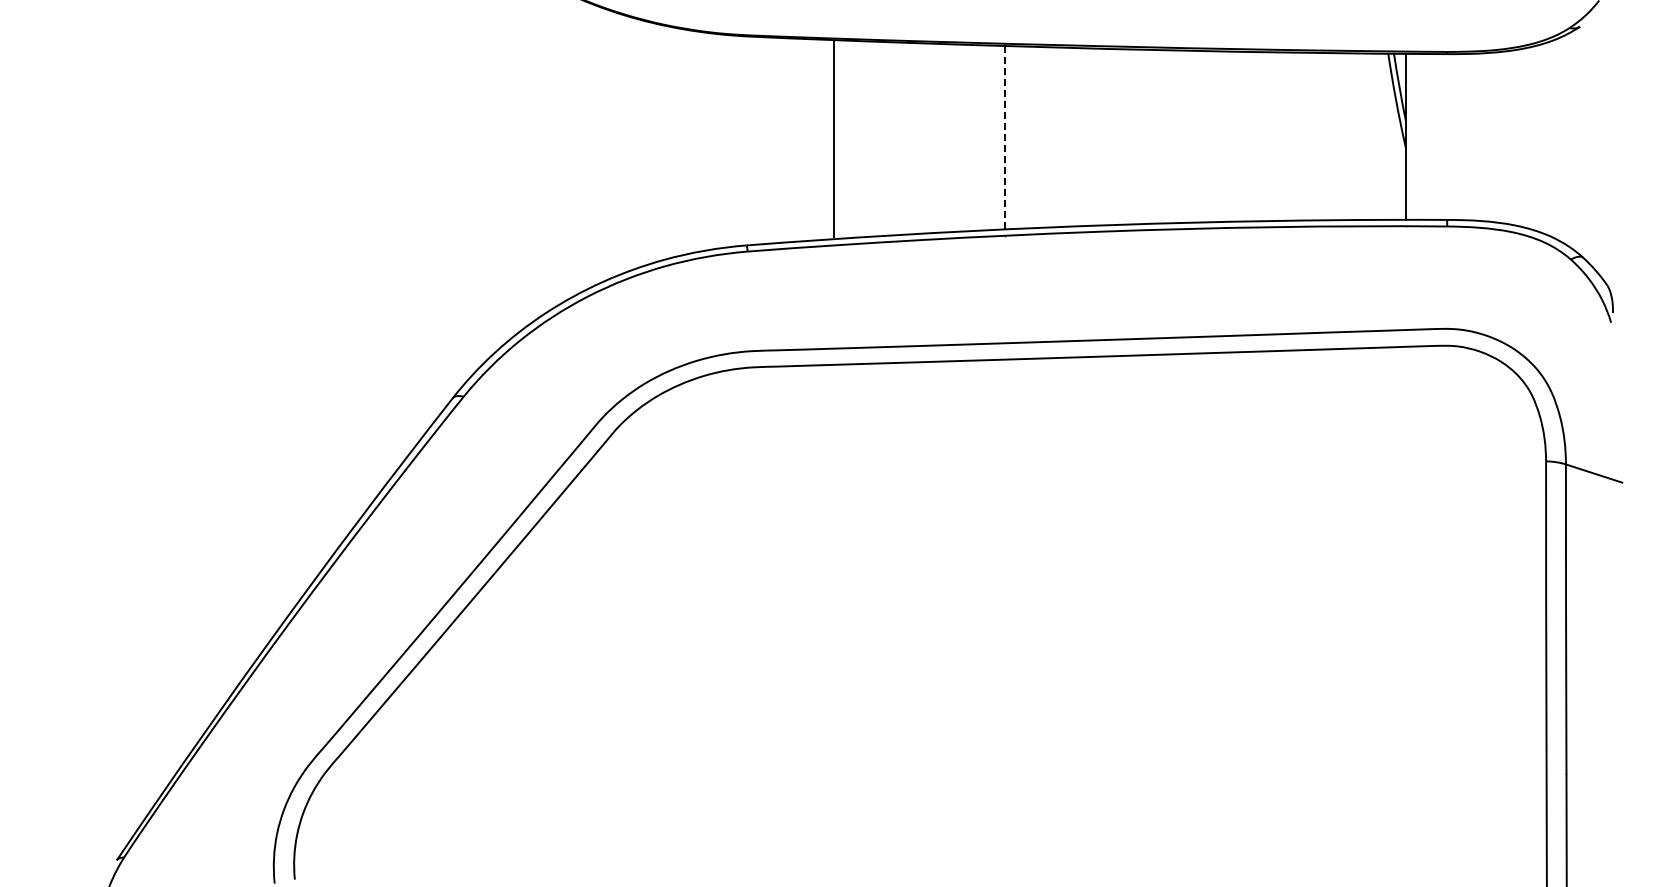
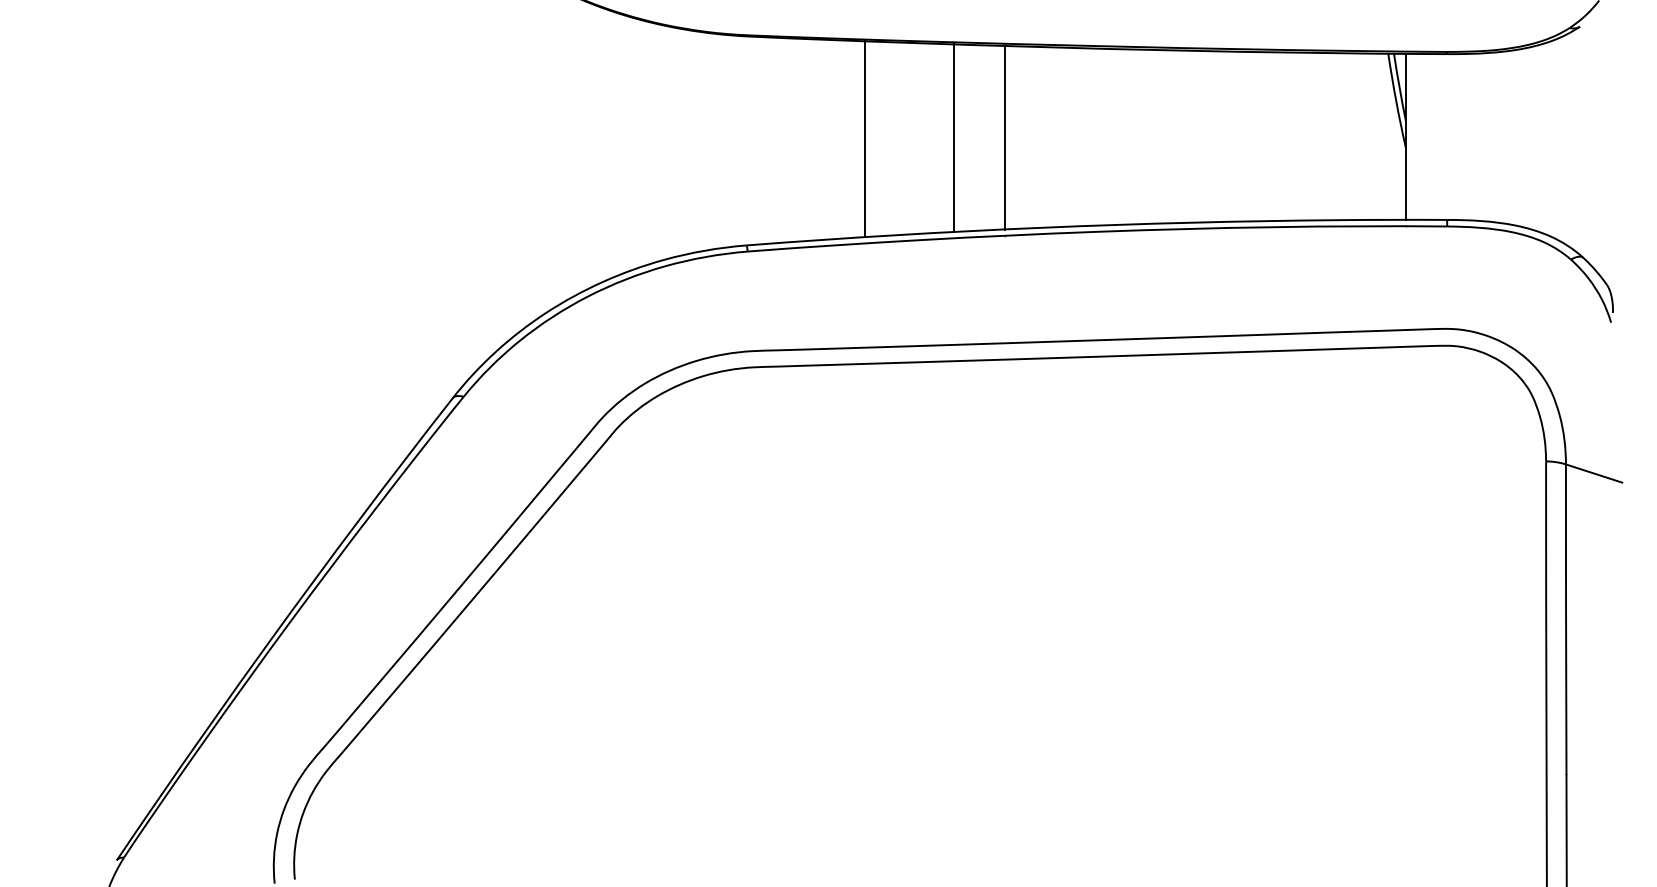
line at (1005, 137): dashed -> solid
line at (953, 138): none -> present
line at (834, 139) position: (834, 139) -> (865, 139)
